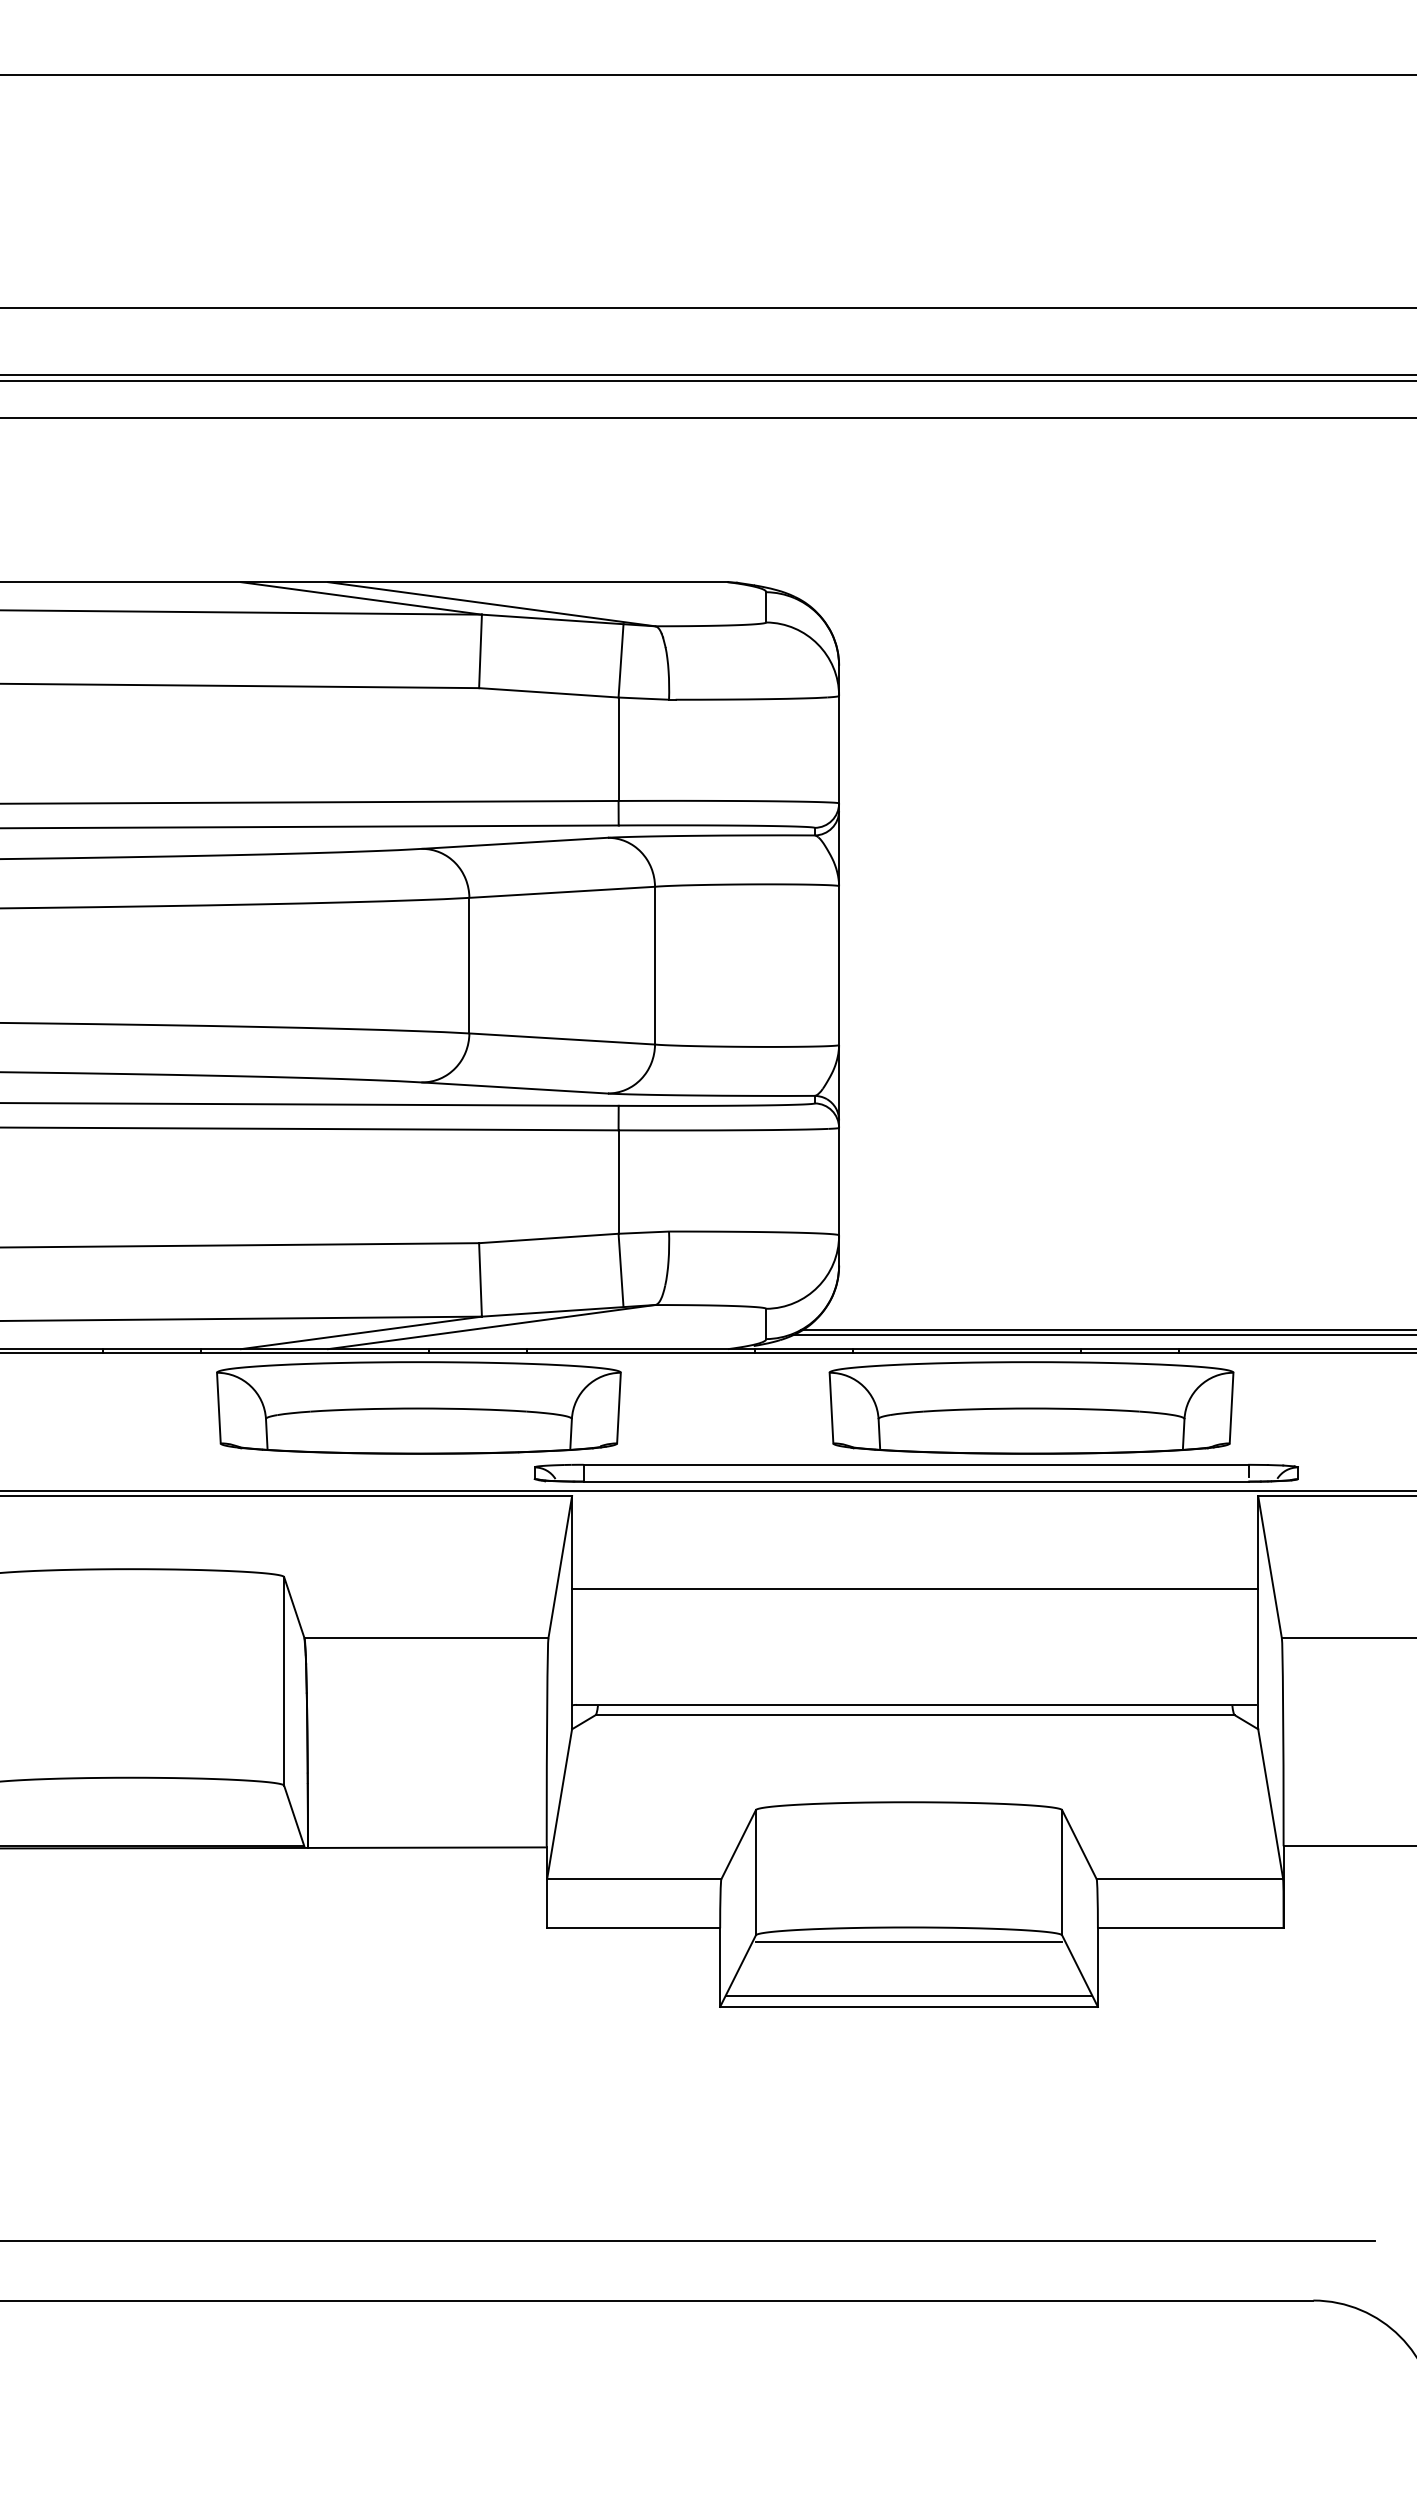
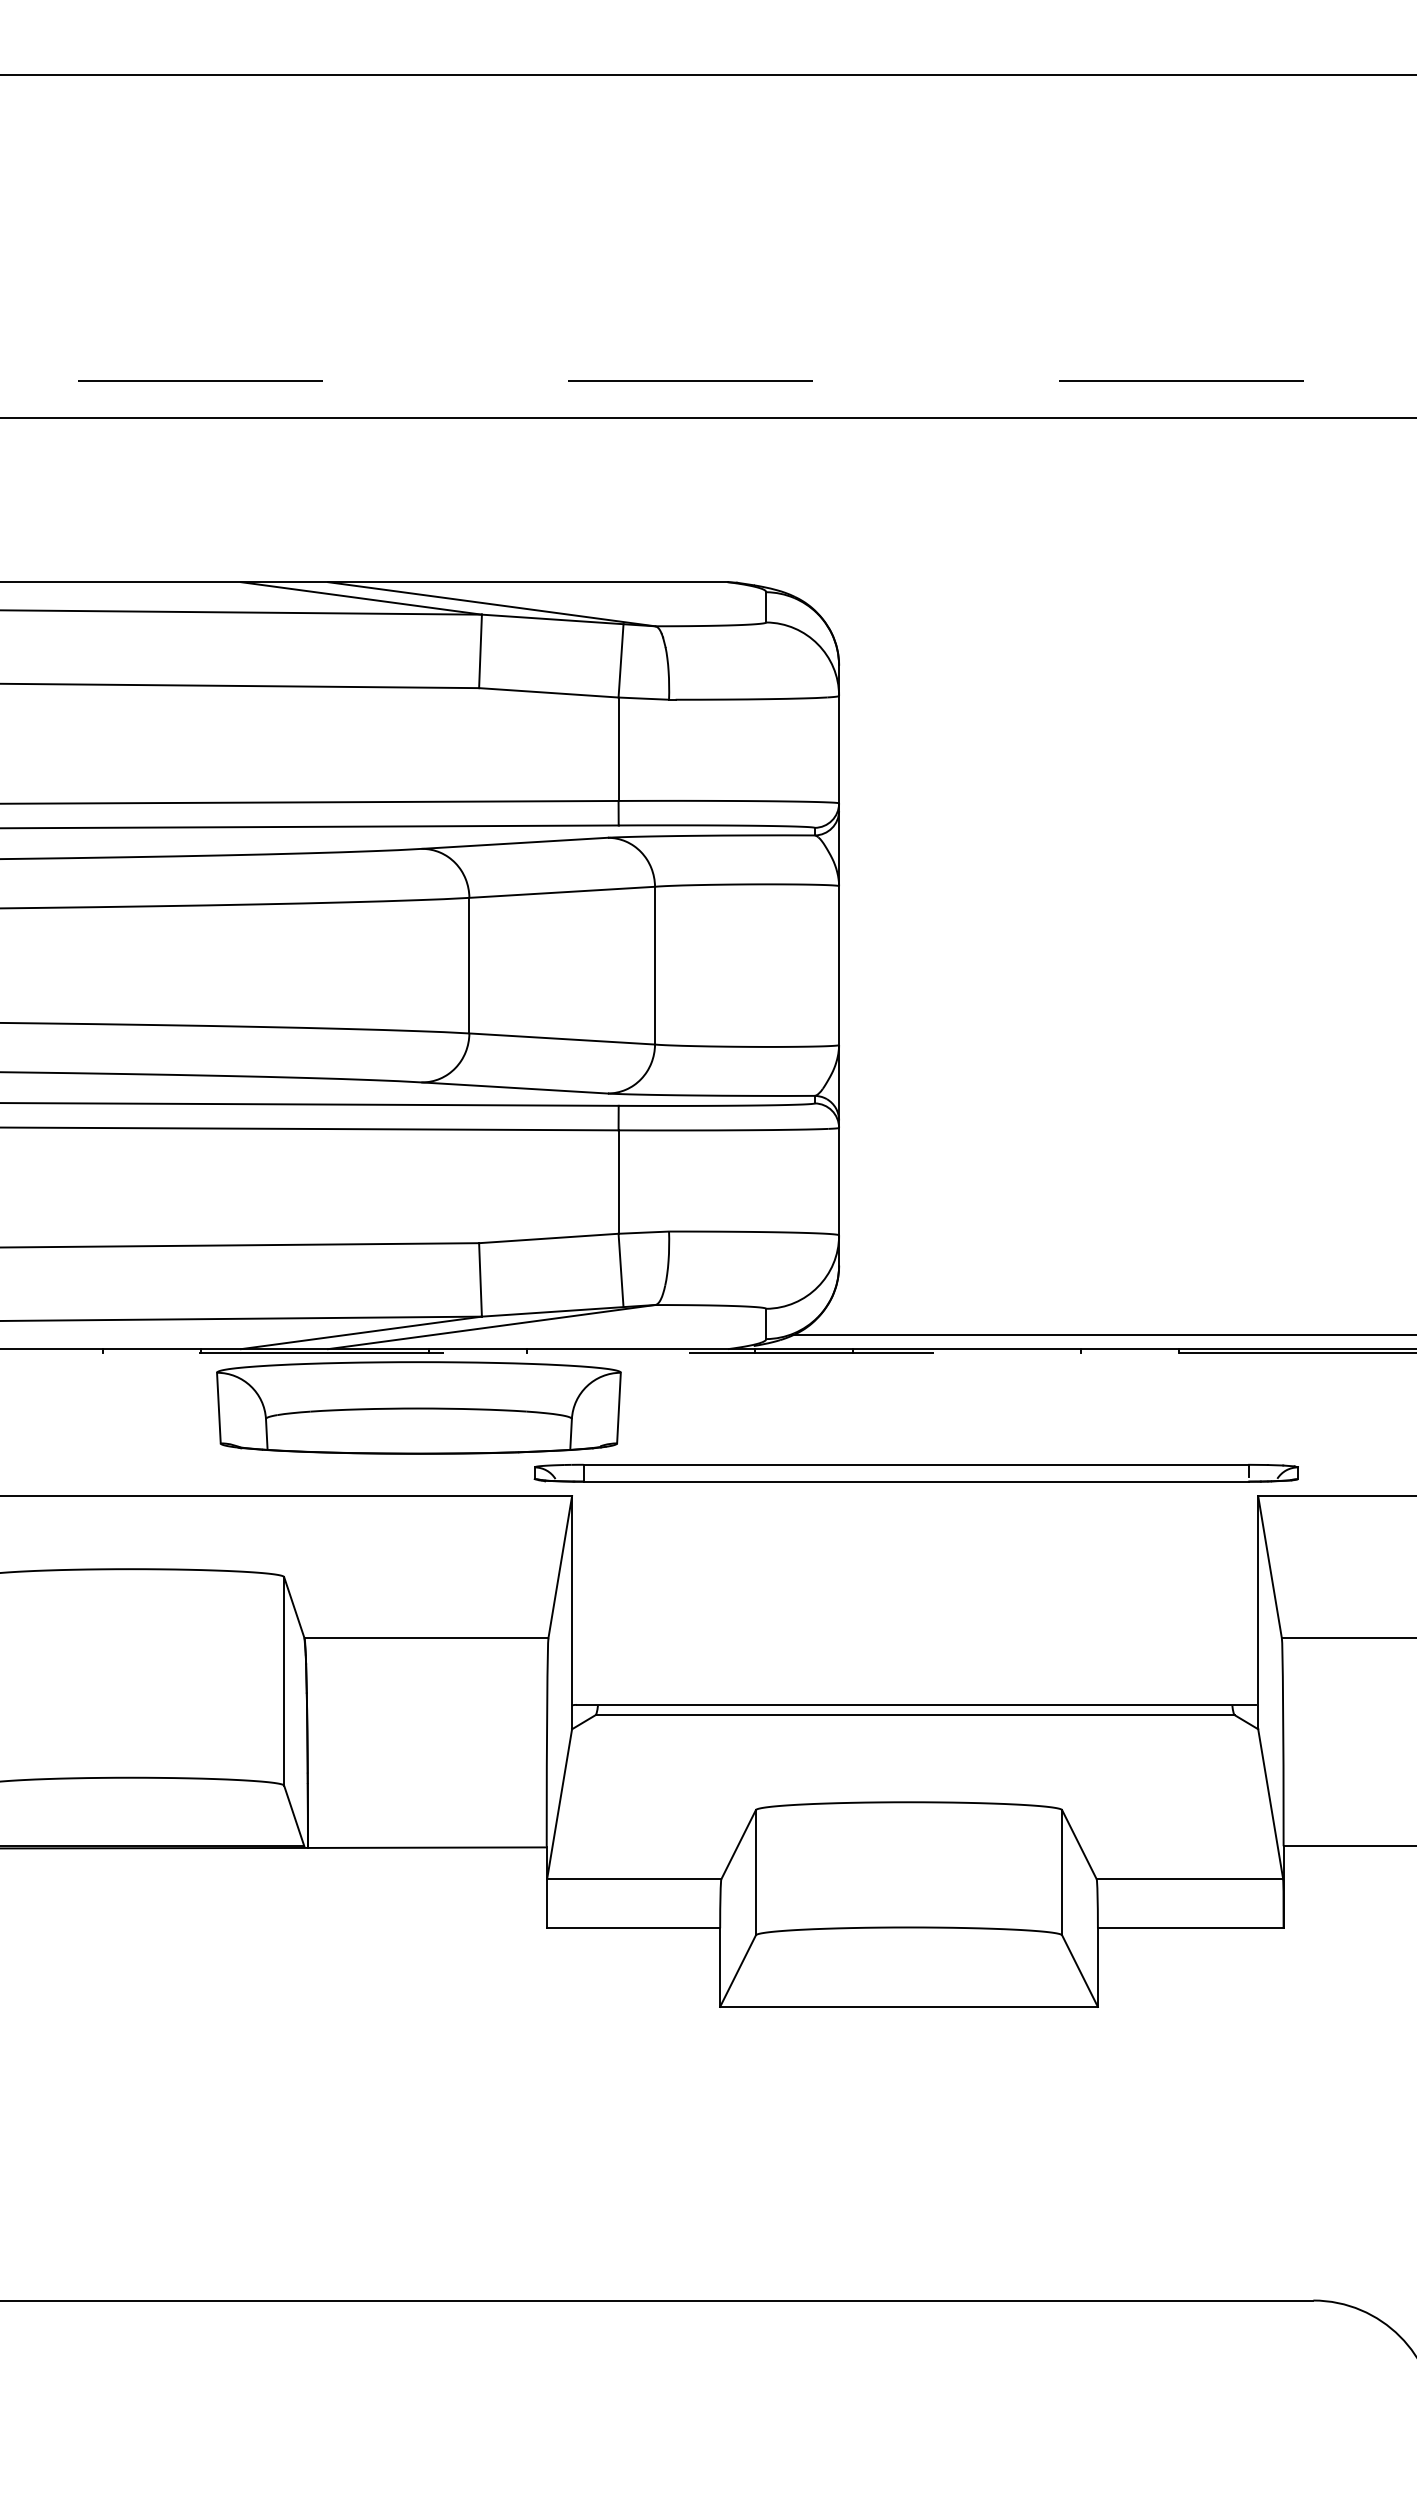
line at (707, 307): present -> none
line at (707, 375): present -> none
line at (708, 381): solid -> dashed
line at (1107, 1330): present -> none
line at (708, 1353): solid -> dashed
part at (1031, 1407): present -> none
line at (707, 1491): present -> none
line at (915, 1589): present -> none
line at (908, 1941): present -> none
line at (908, 1995): present -> none
line at (688, 2241): present -> none
